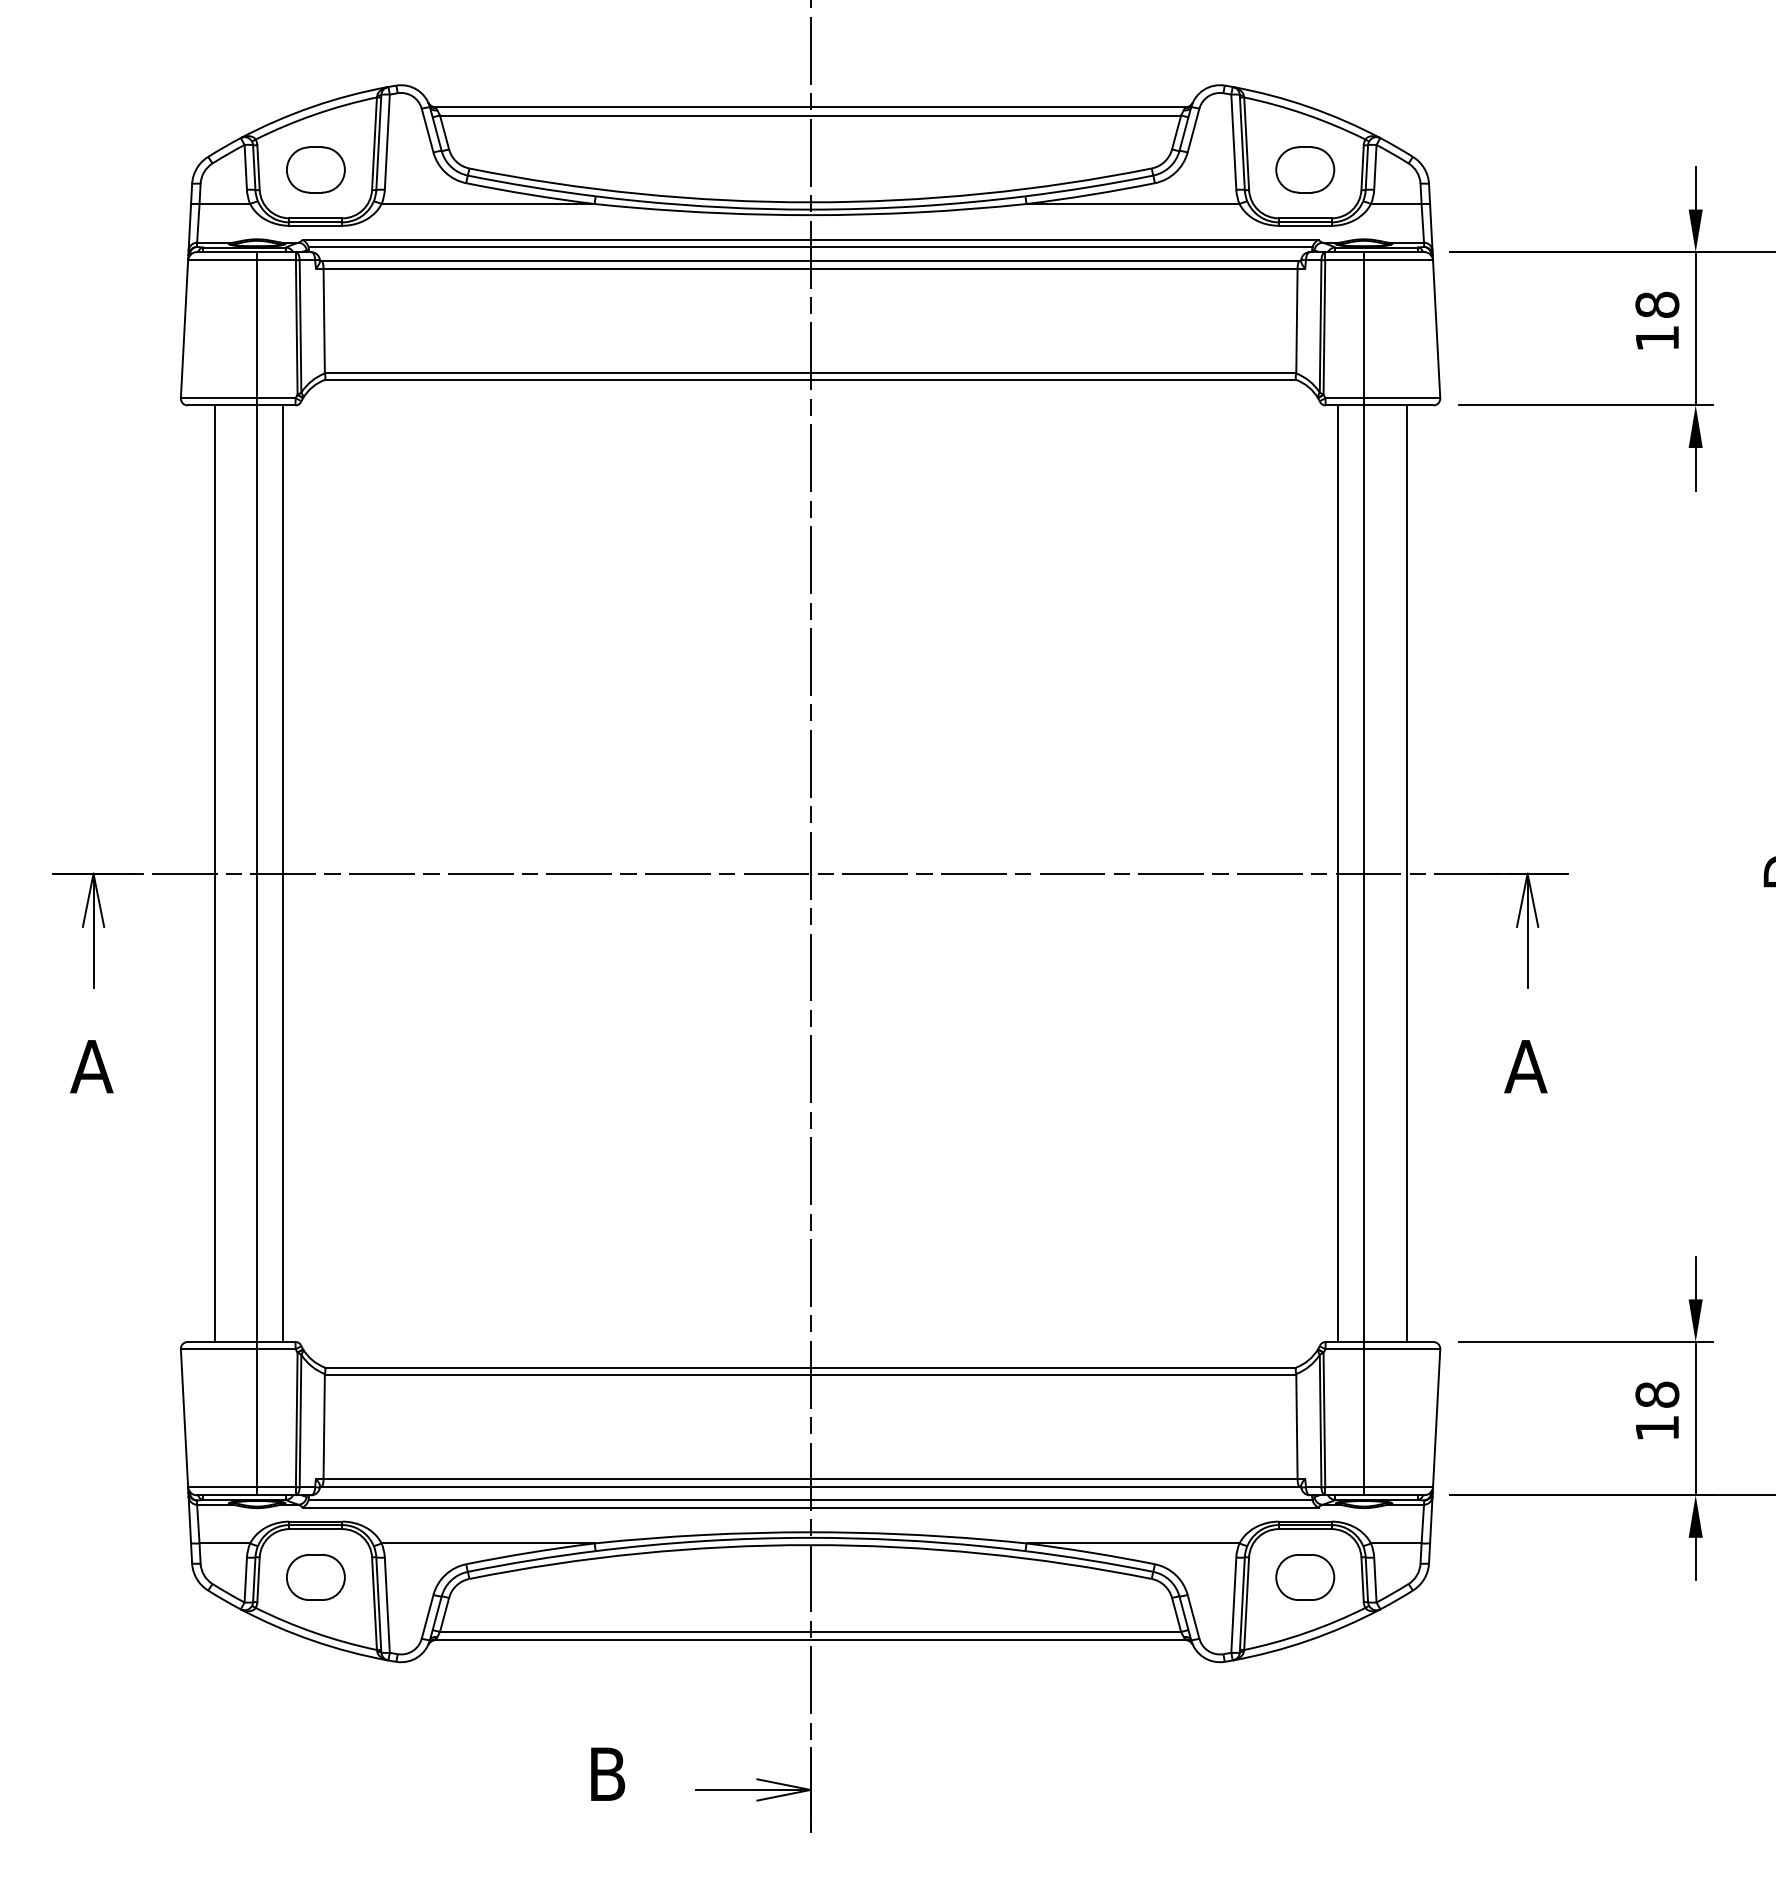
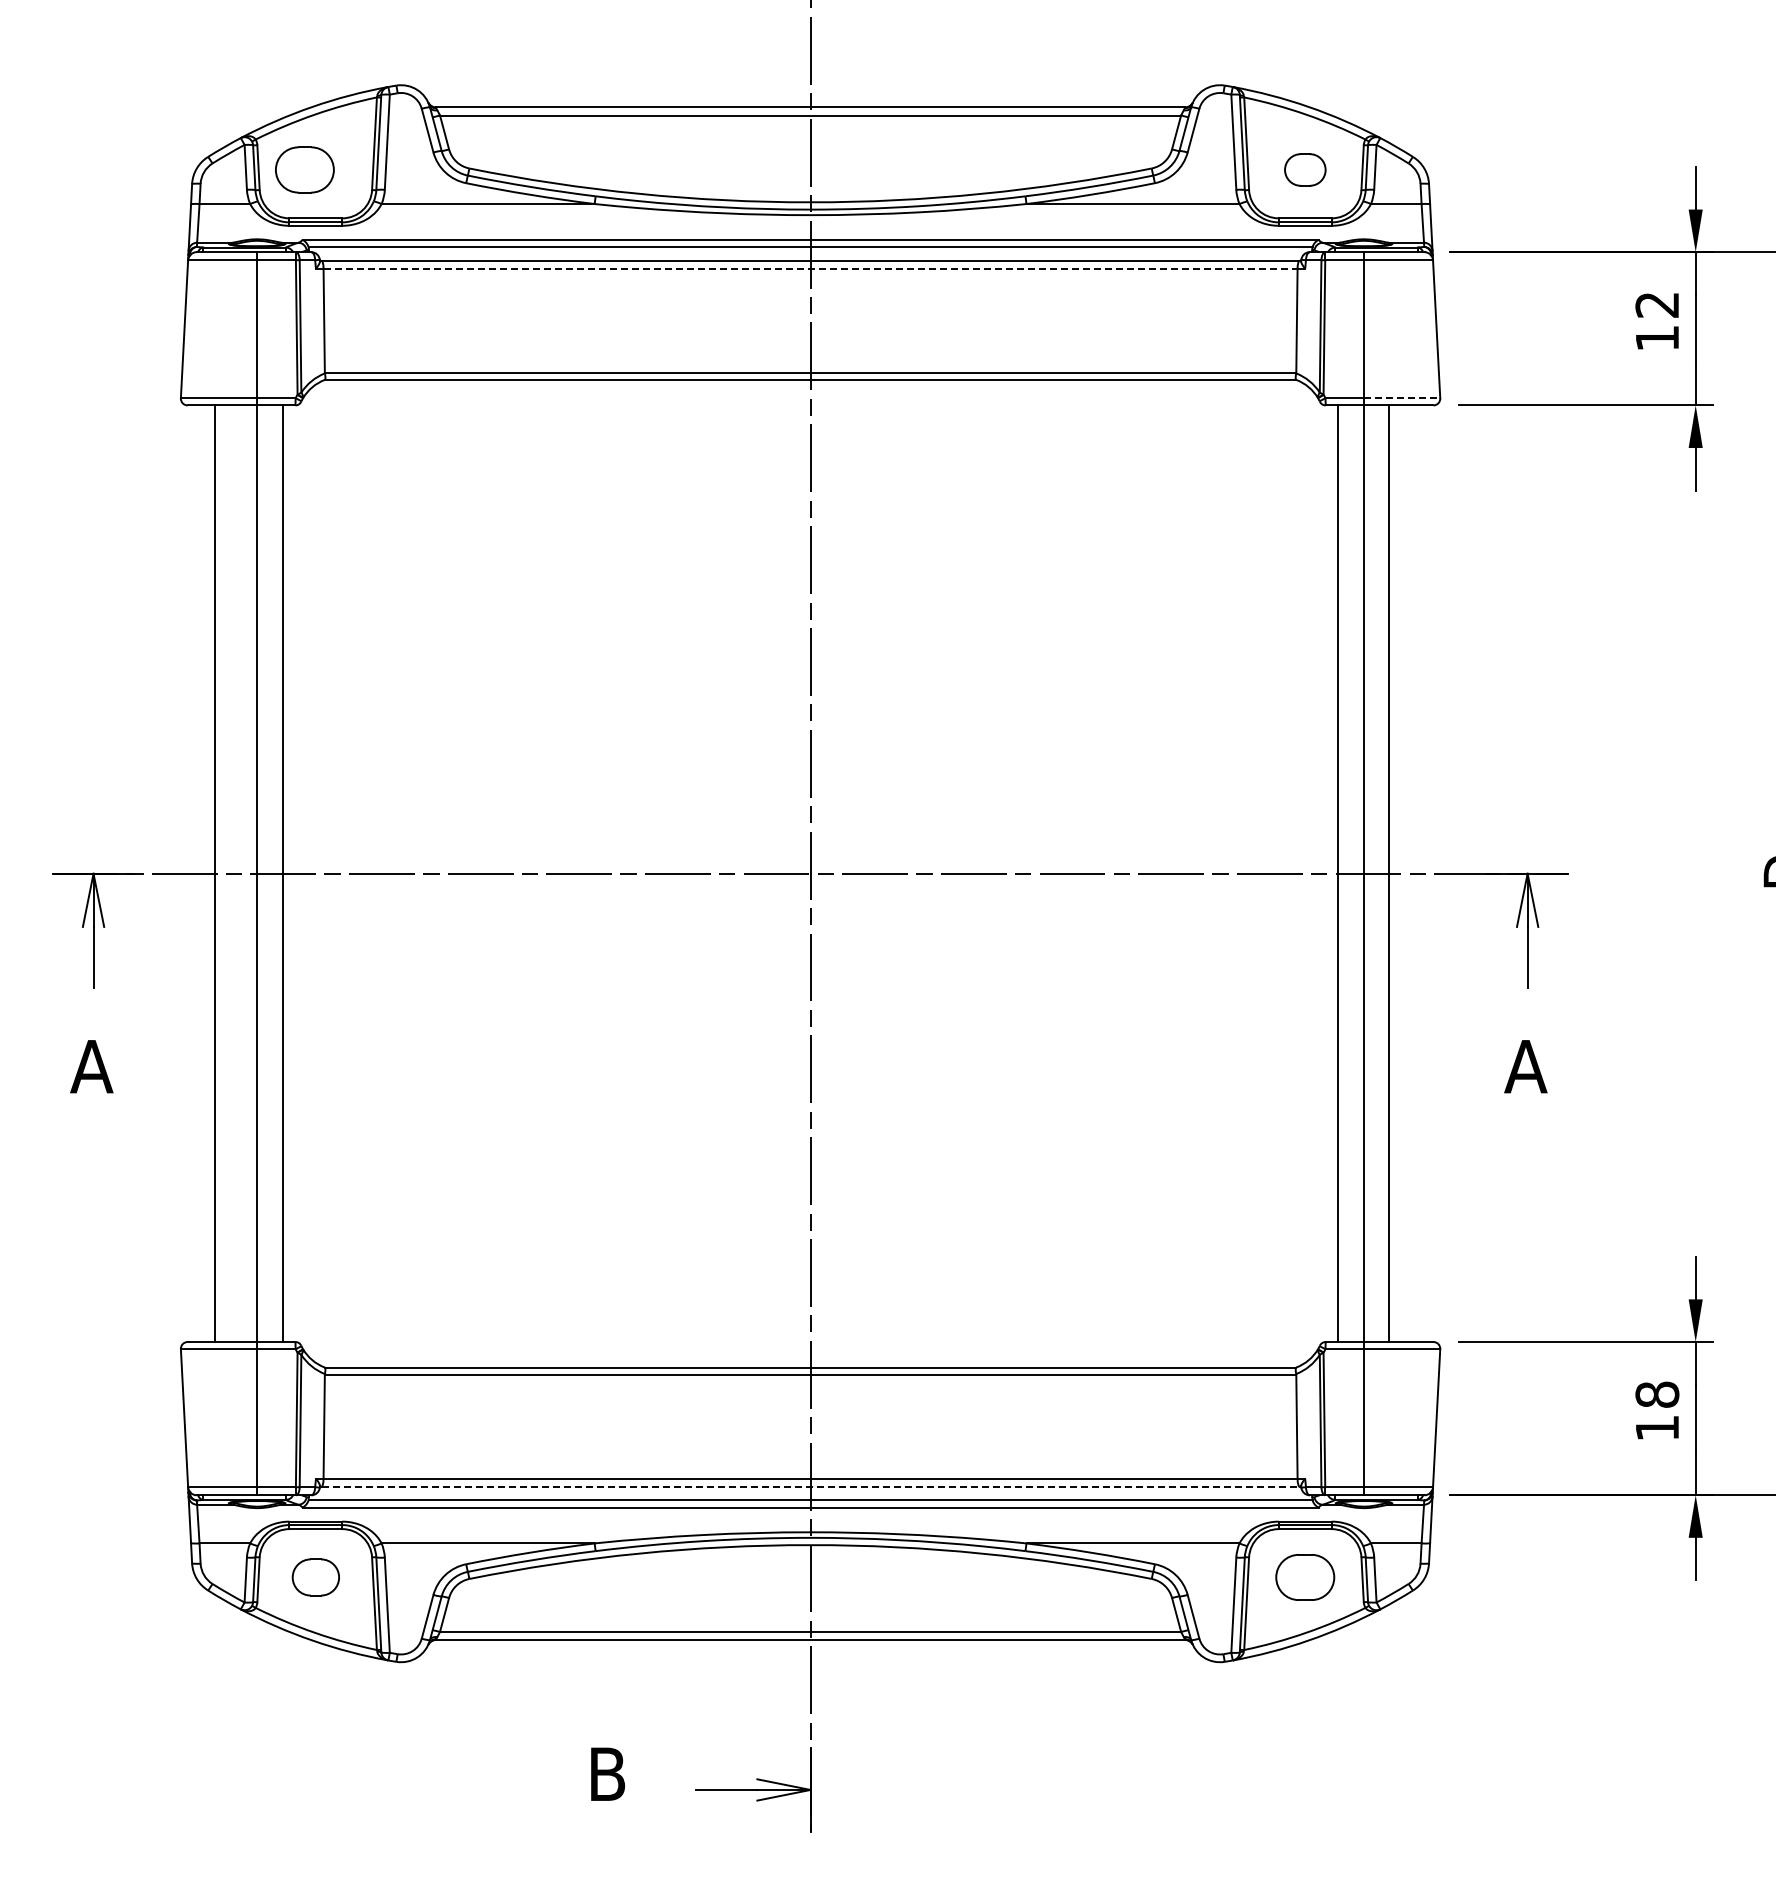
part at (315, 169) position: (315, 169) -> (304, 169)
part at (1305, 169) size: 61x48 px -> 43x34 px
line at (811, 268): solid -> dashed
text at (1657, 304): 18 -> 12
line at (1402, 398): solid -> dashed
line at (1406, 873) position: (1406, 873) -> (1388, 873)
line at (811, 1486): solid -> dashed
part at (315, 1577) size: 60x47 px -> 49x39 px
